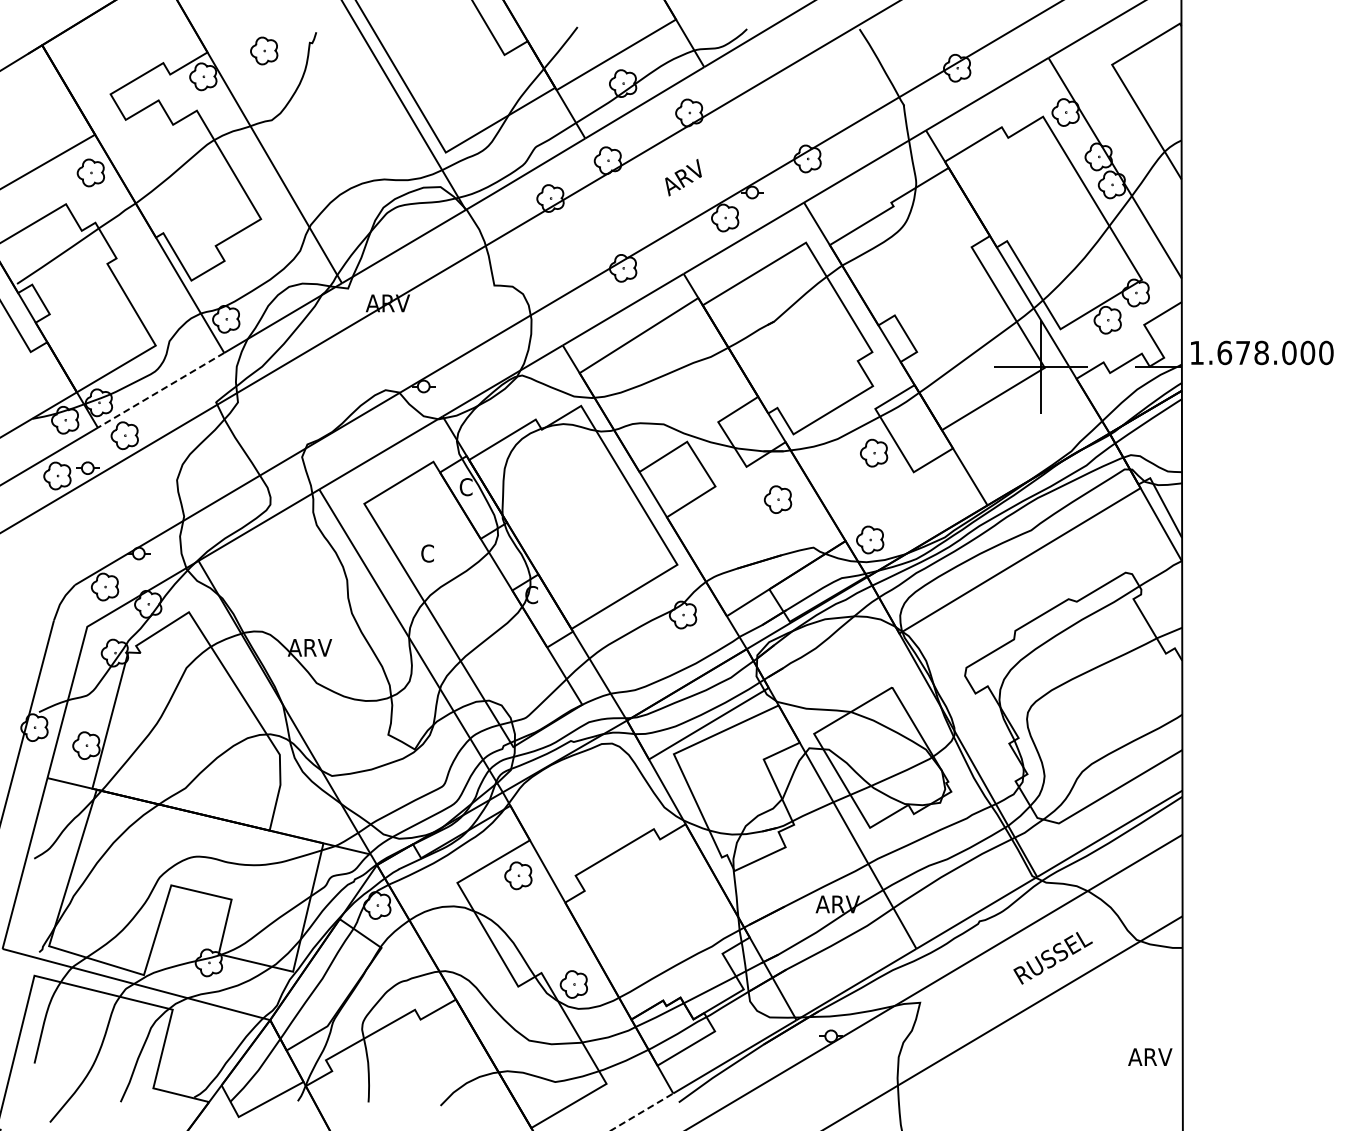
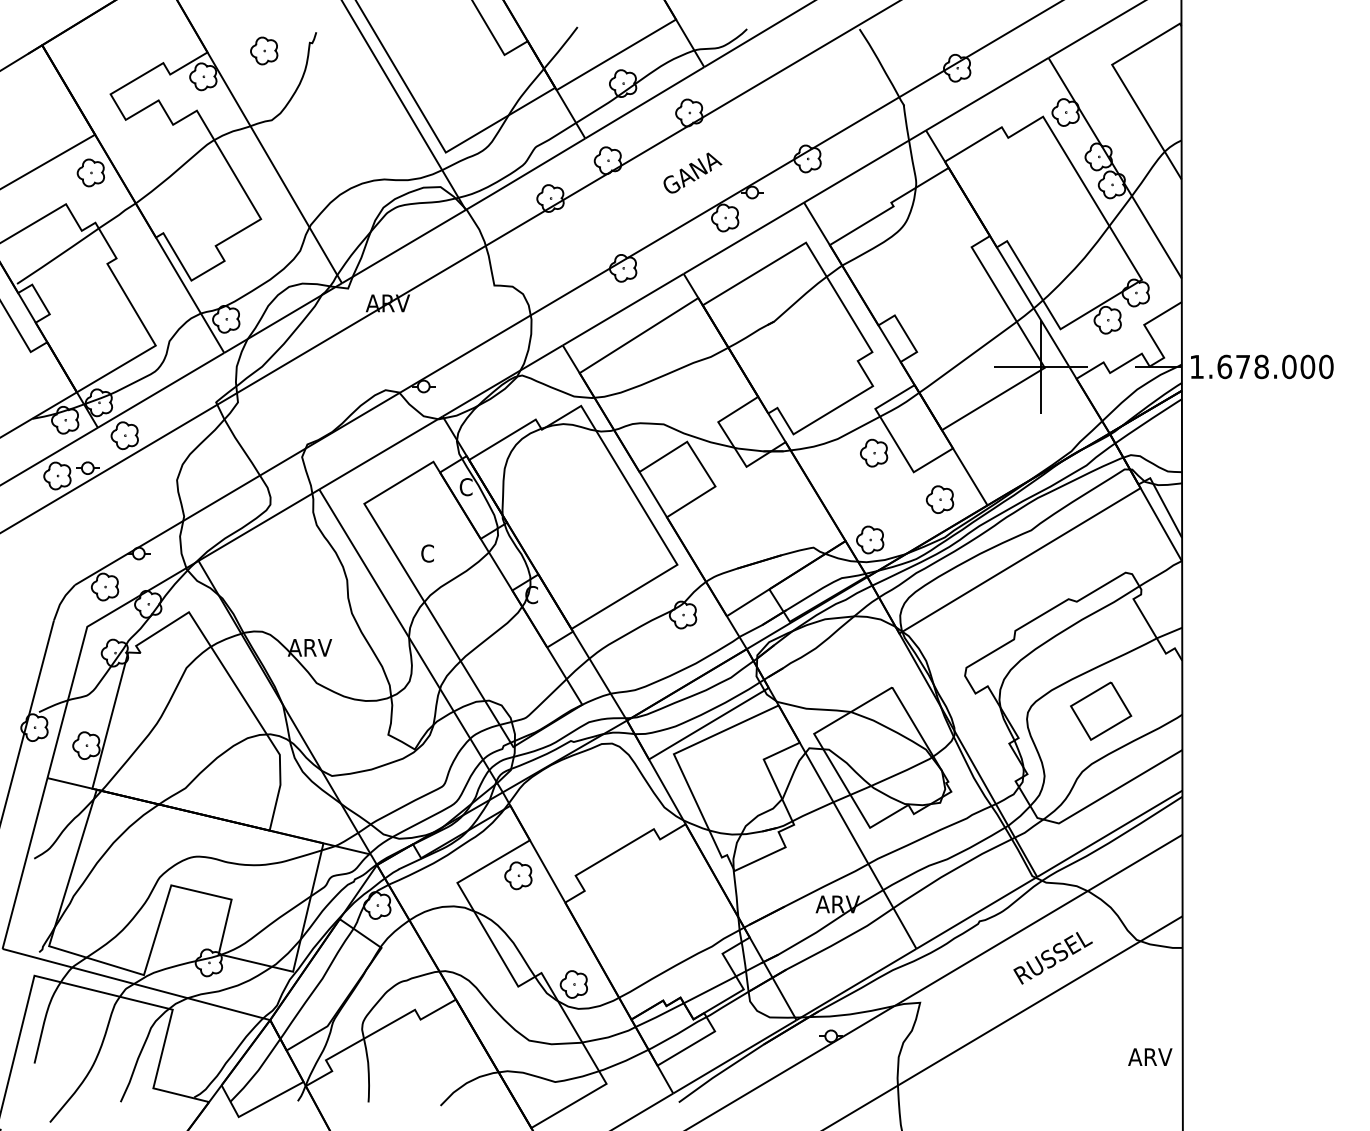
text at (692, 174): ARV -> GANA
text at (1262, 352) position: (1262, 352) -> (1262, 366)
line at (160, 390): dashed -> solid
part at (778, 499) position: (778, 499) -> (940, 499)
part at (1101, 710): none -> present
line at (642, 1111): dashed -> solid
